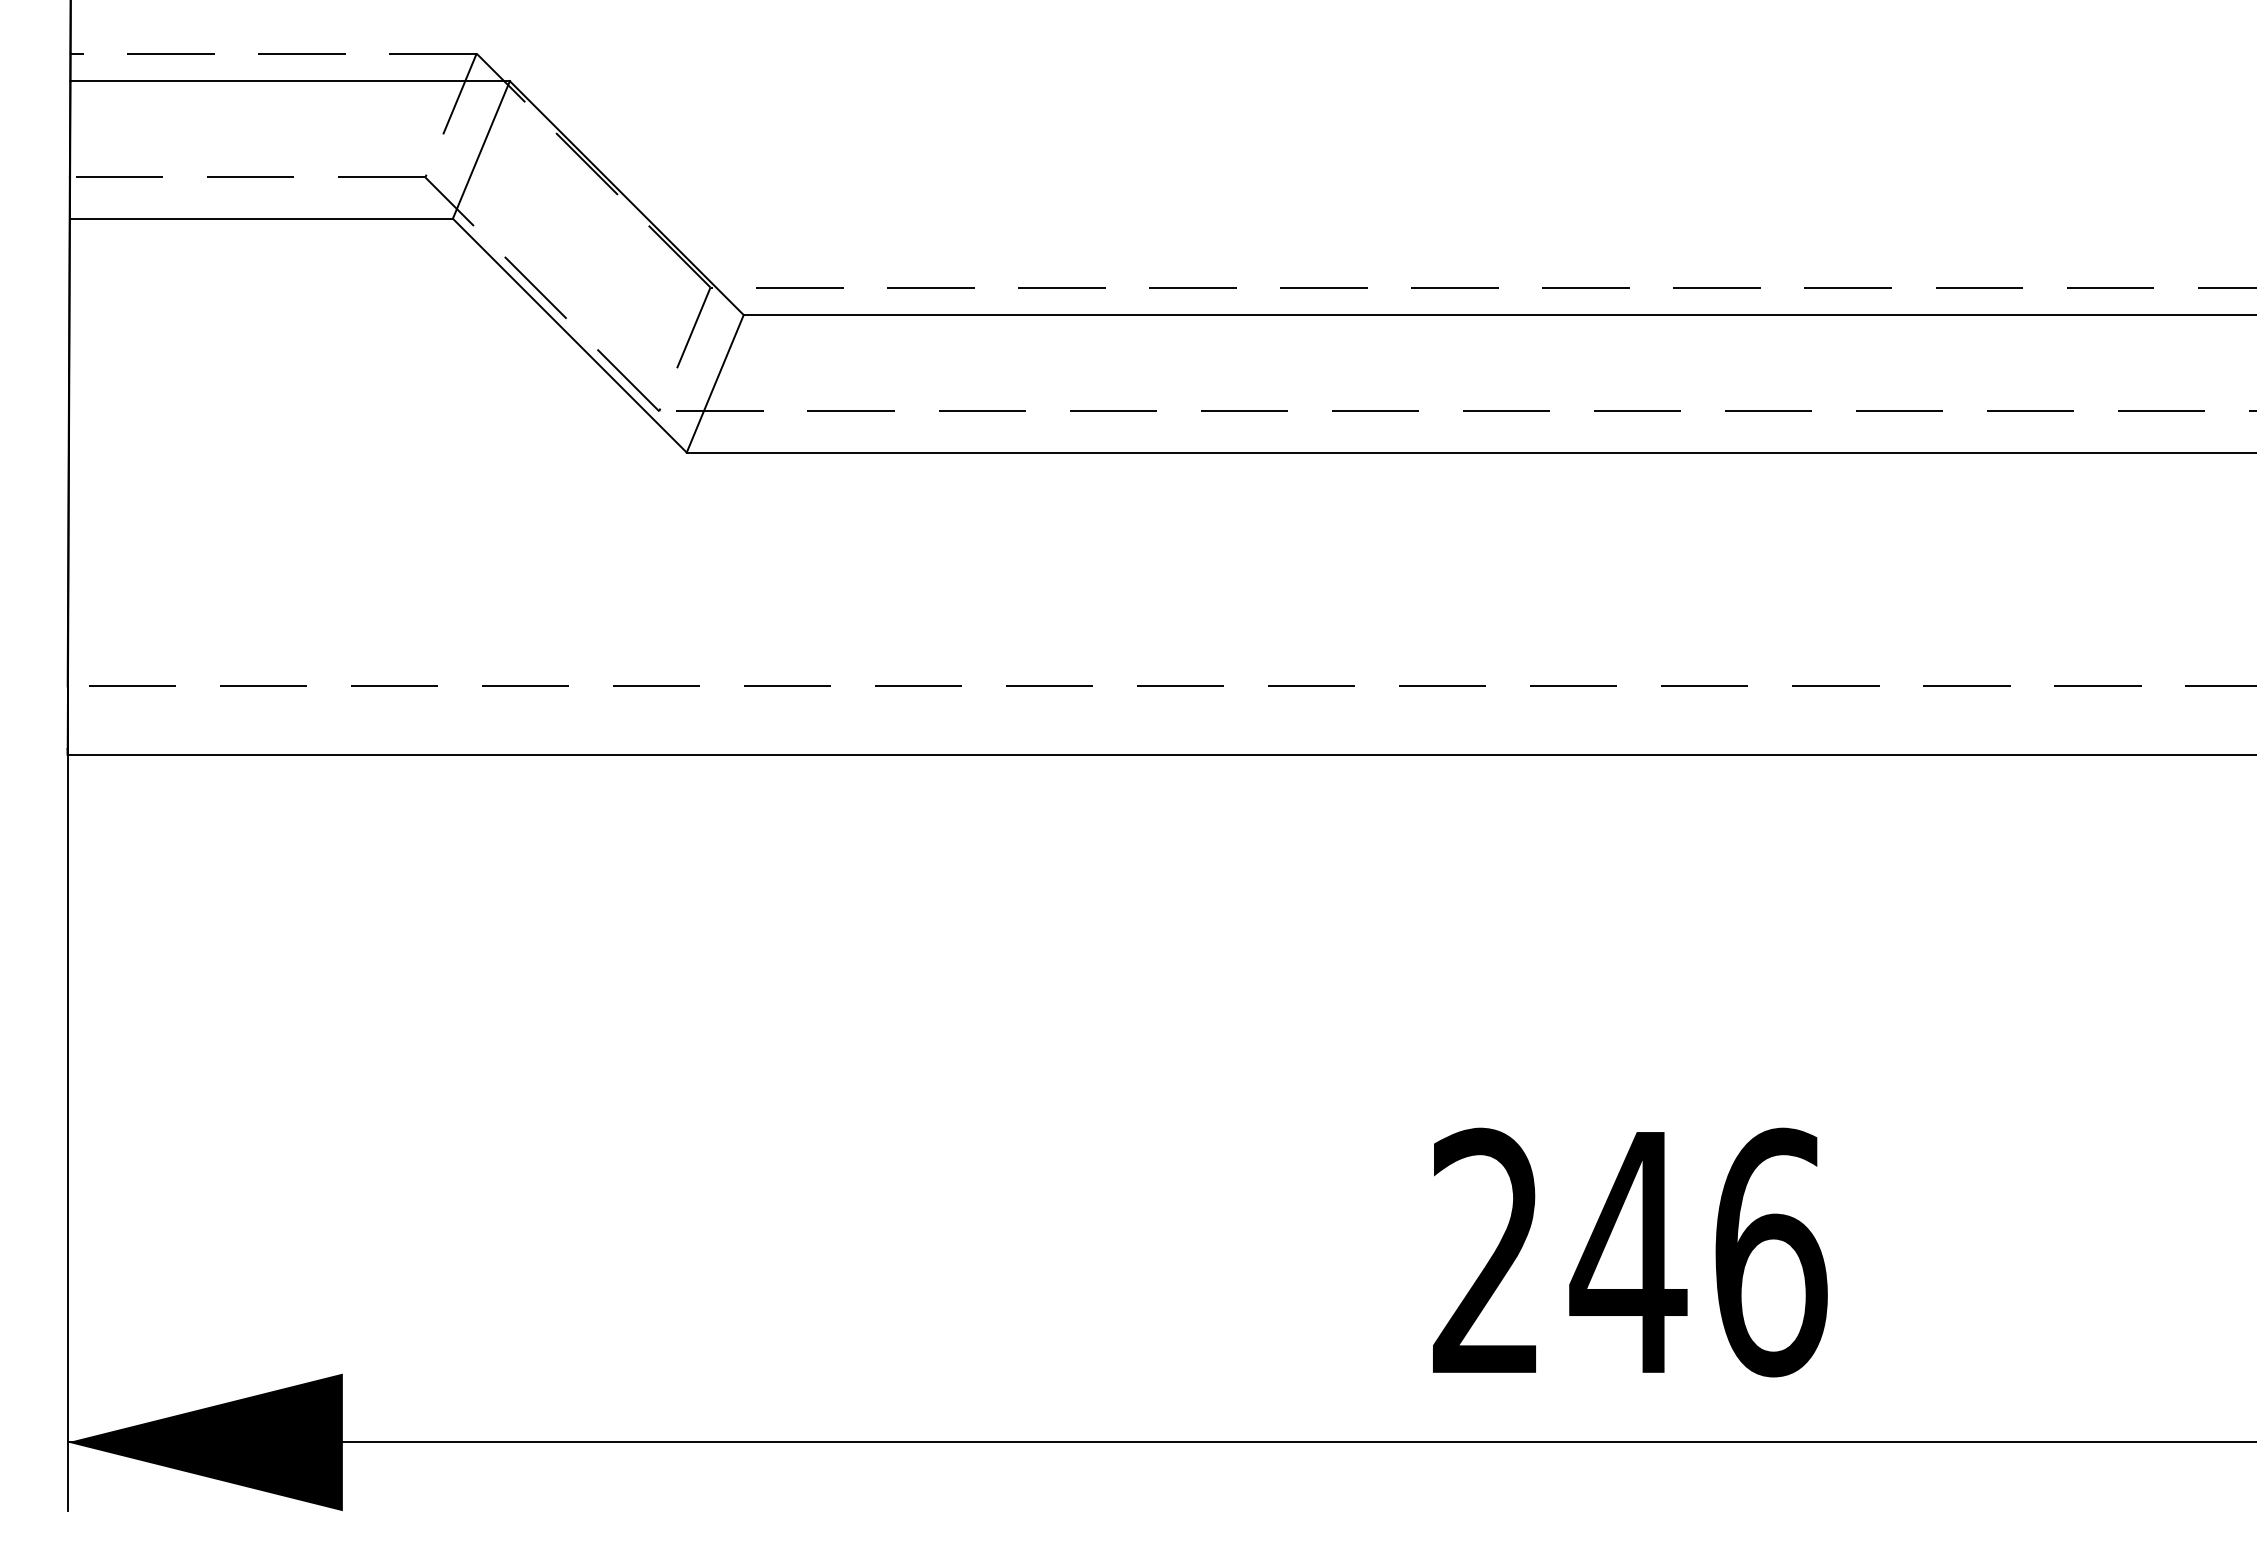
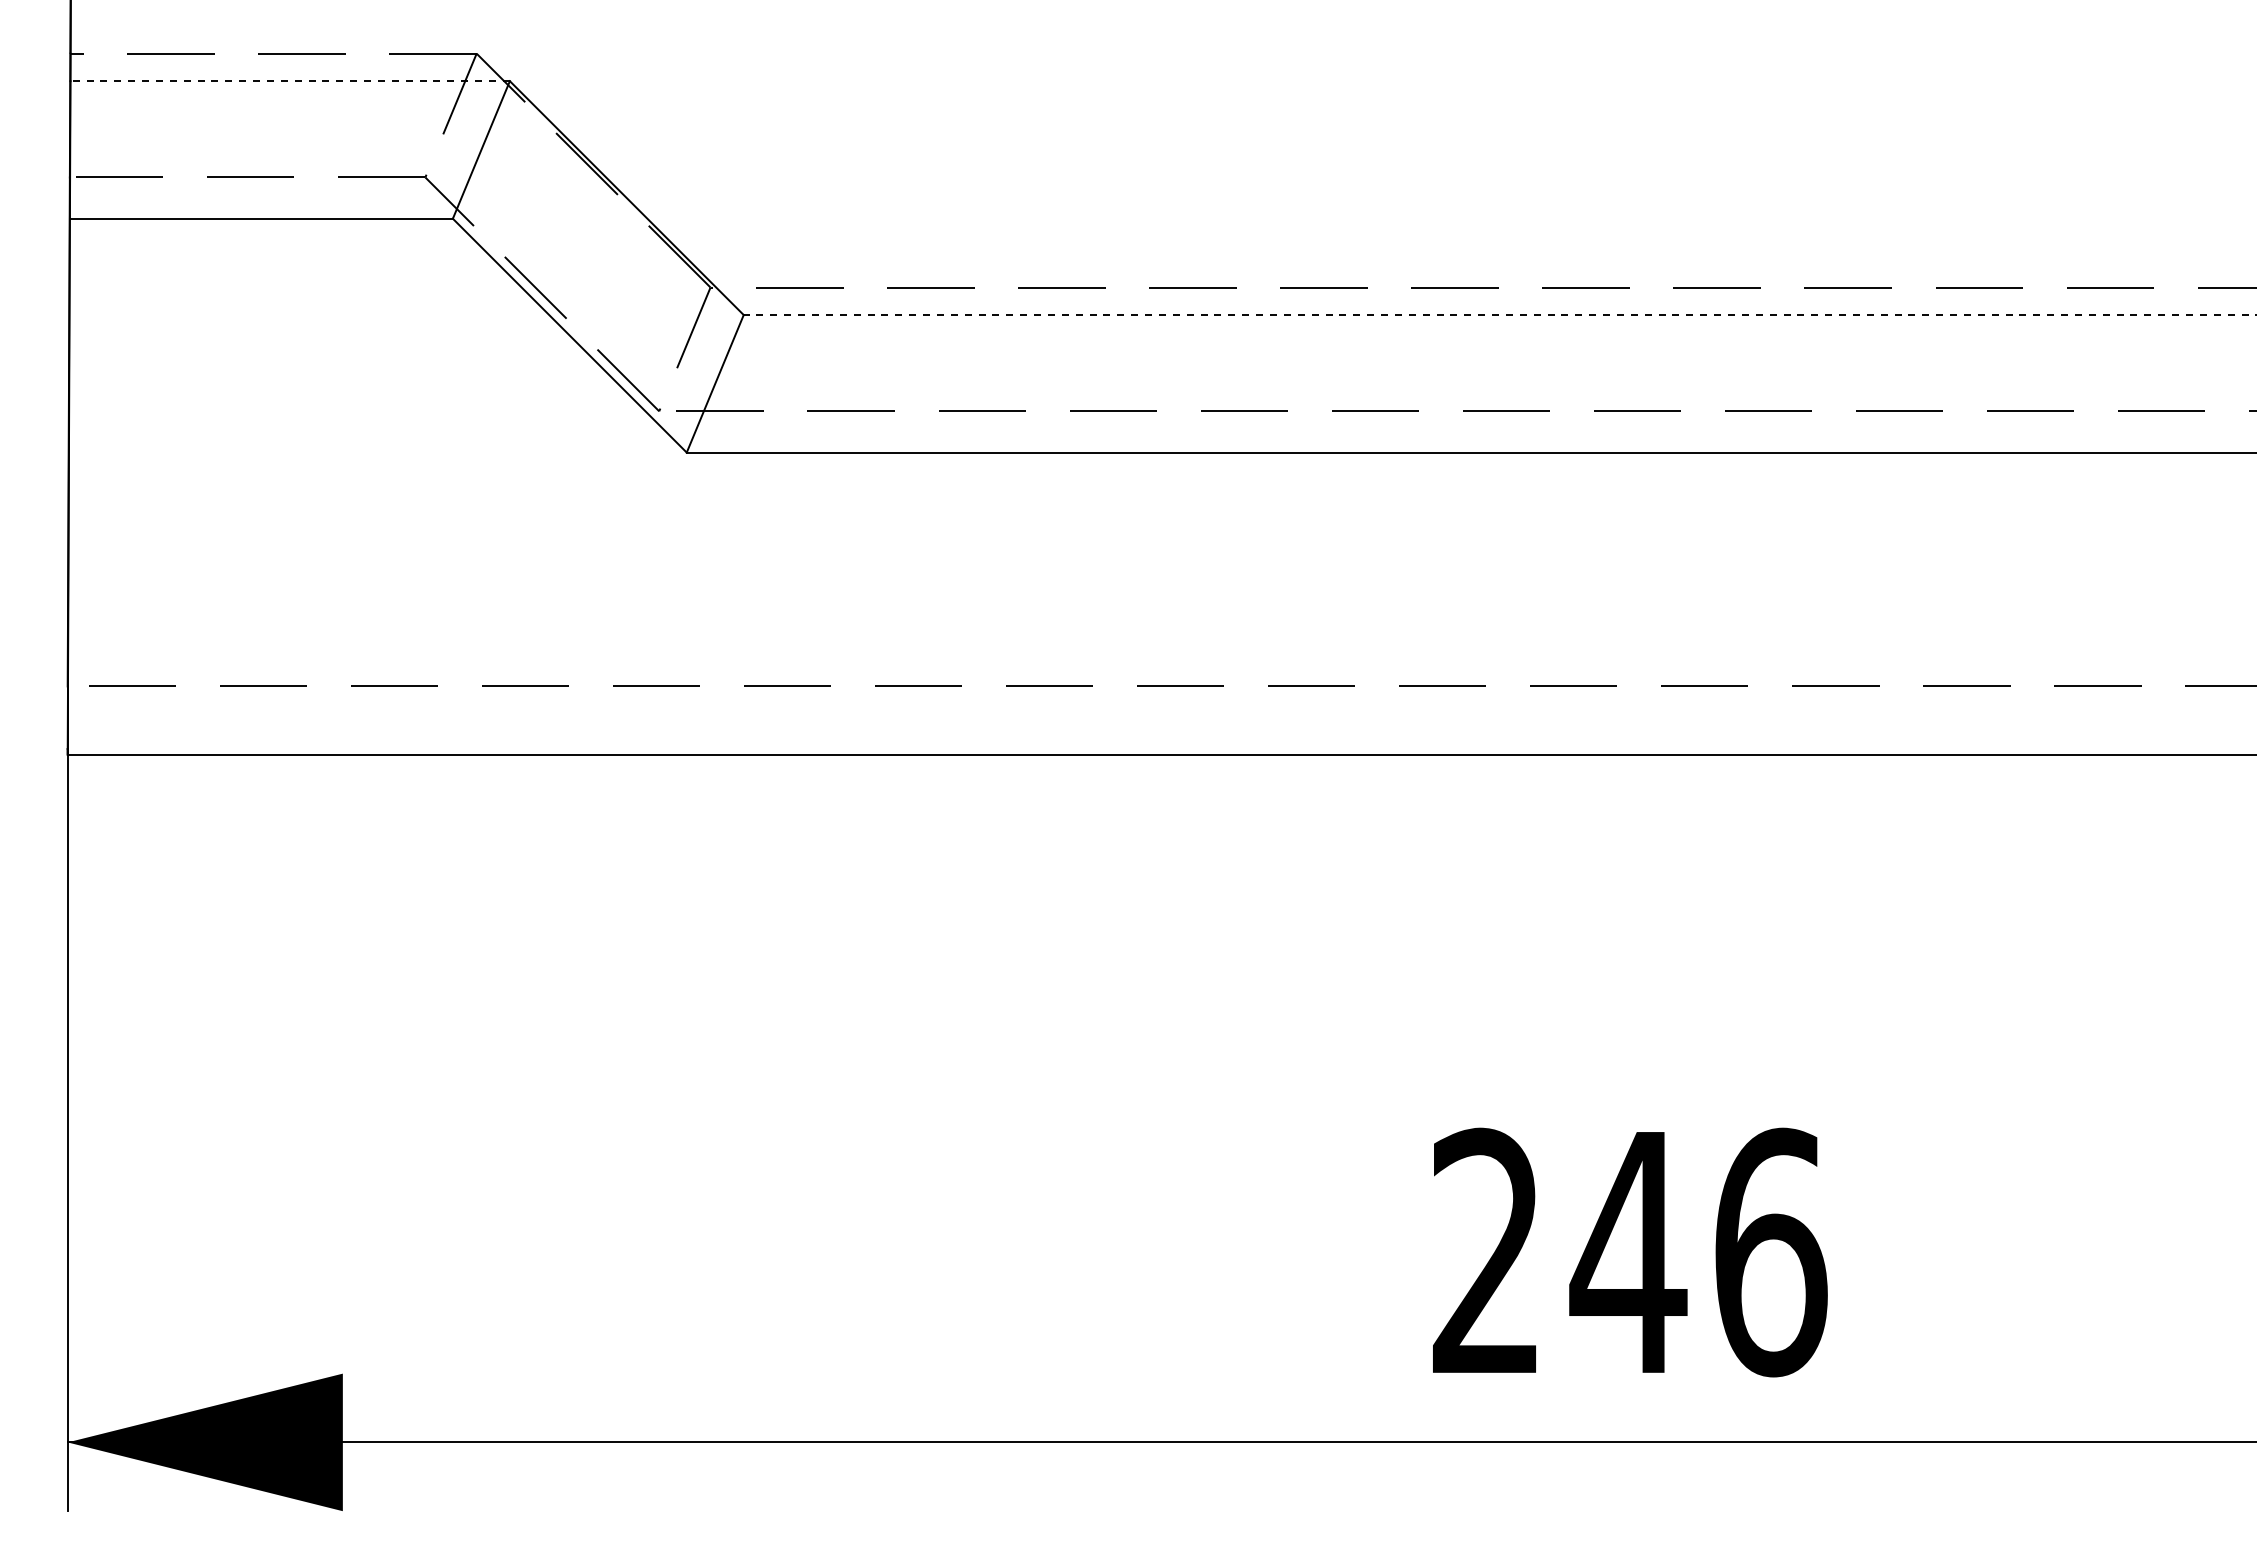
line at (290, 81): solid -> dashed
line at (1499, 315): solid -> dashed
